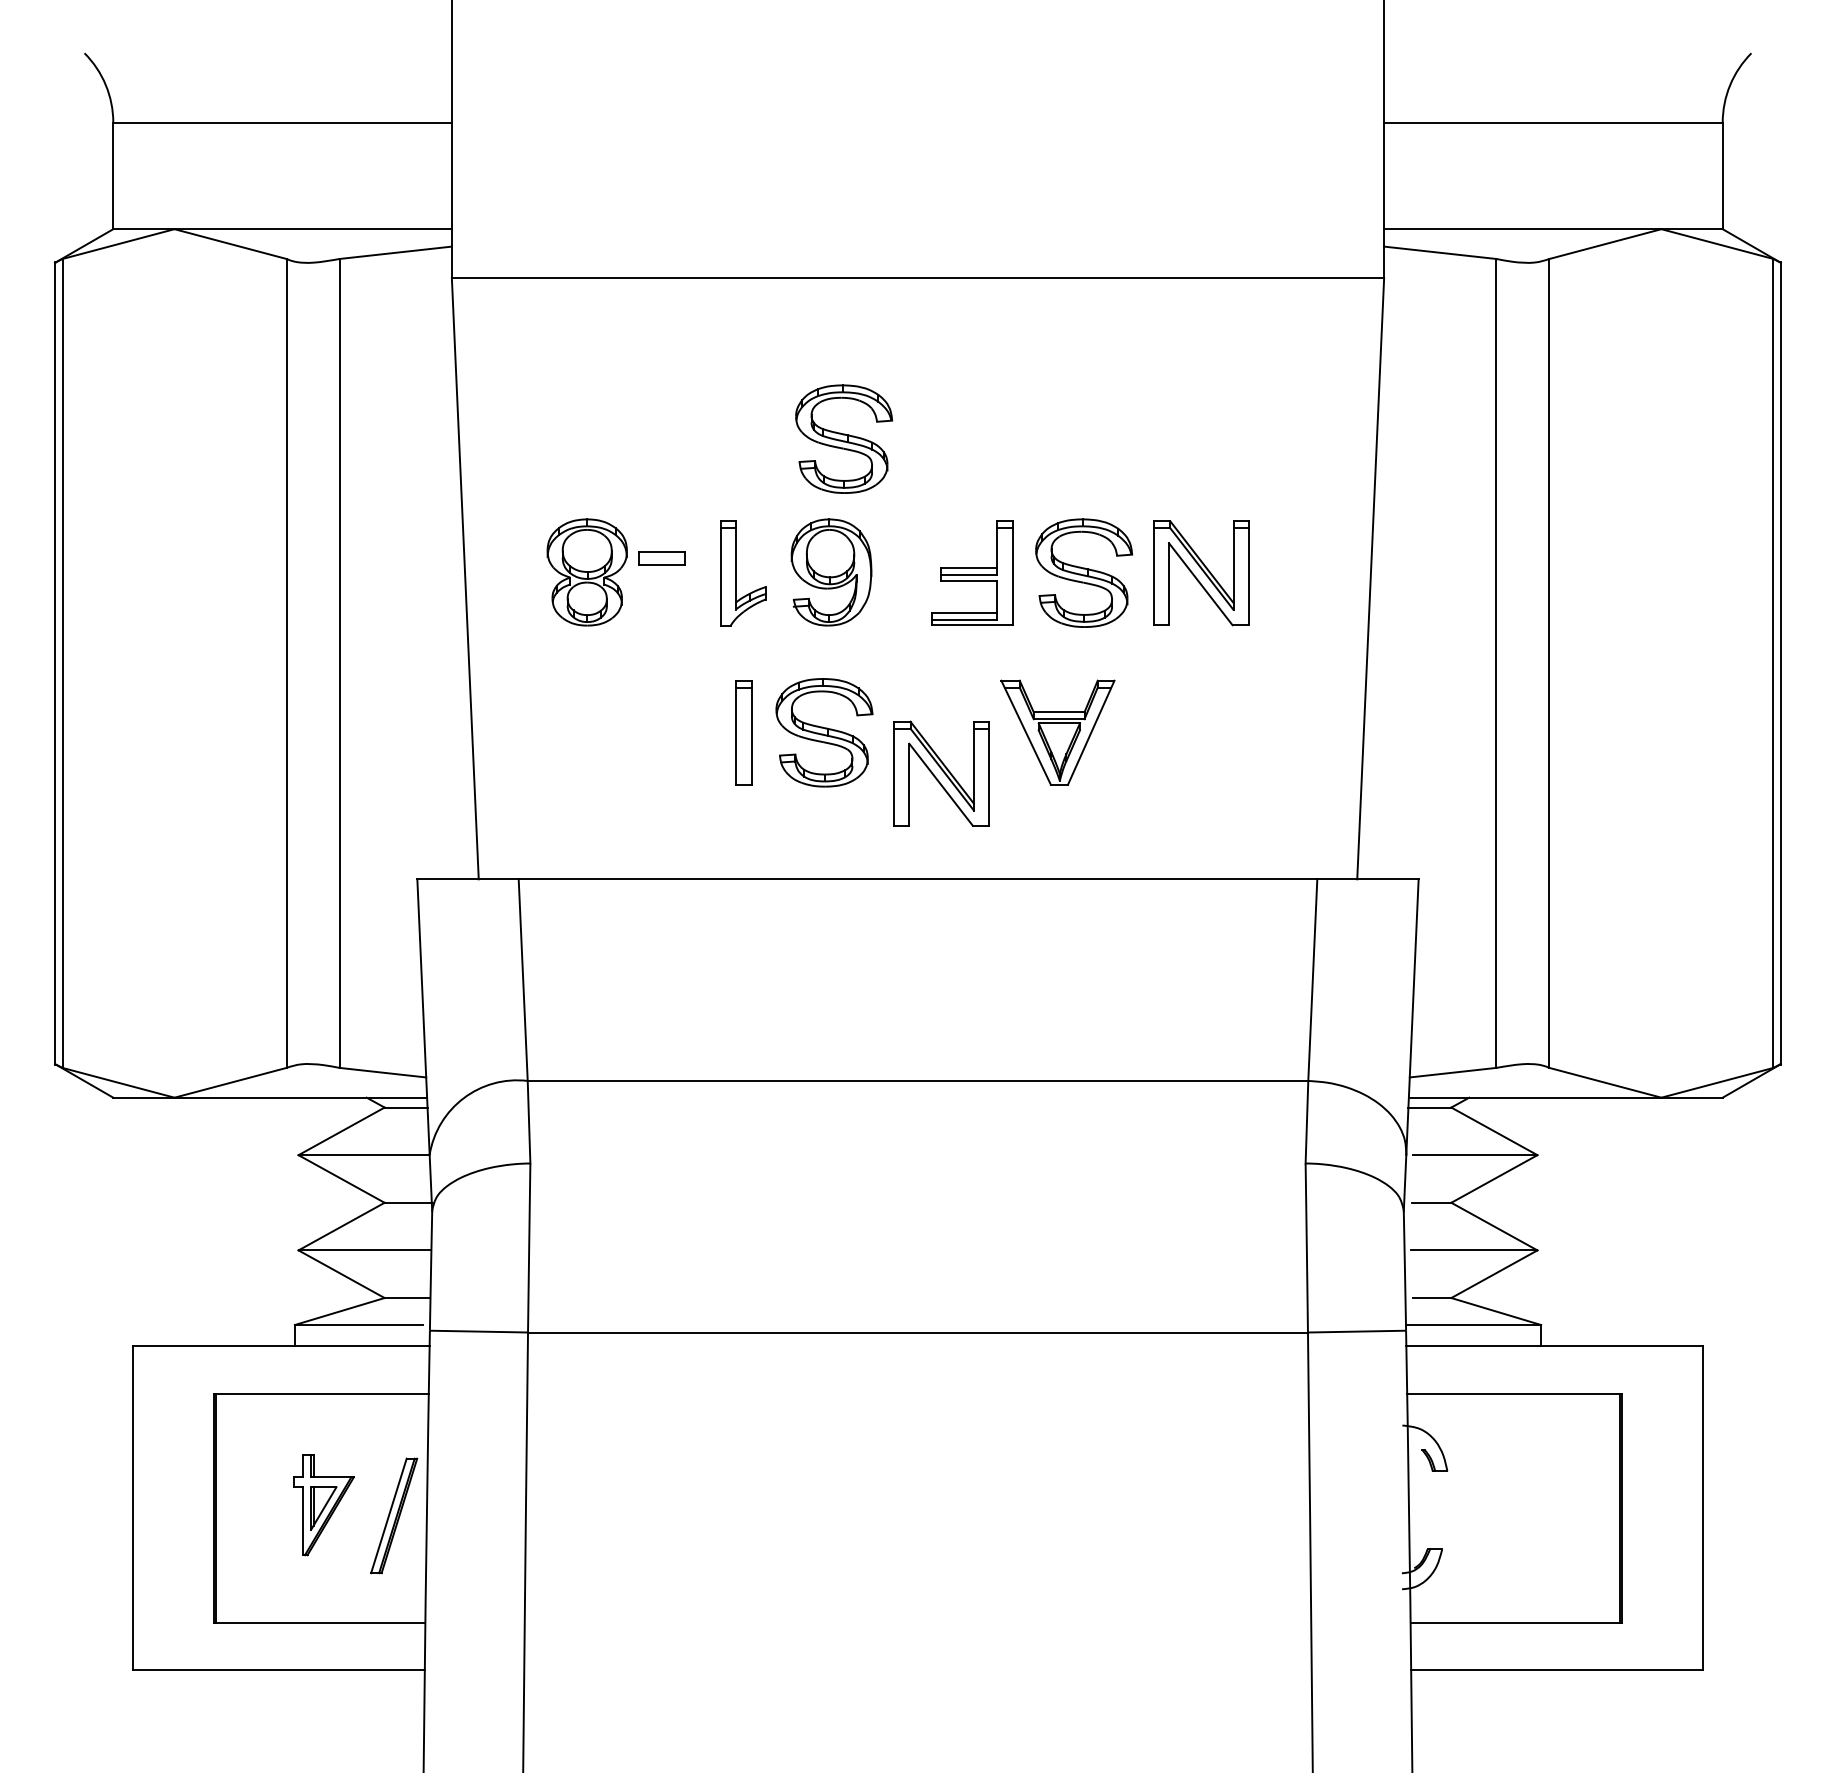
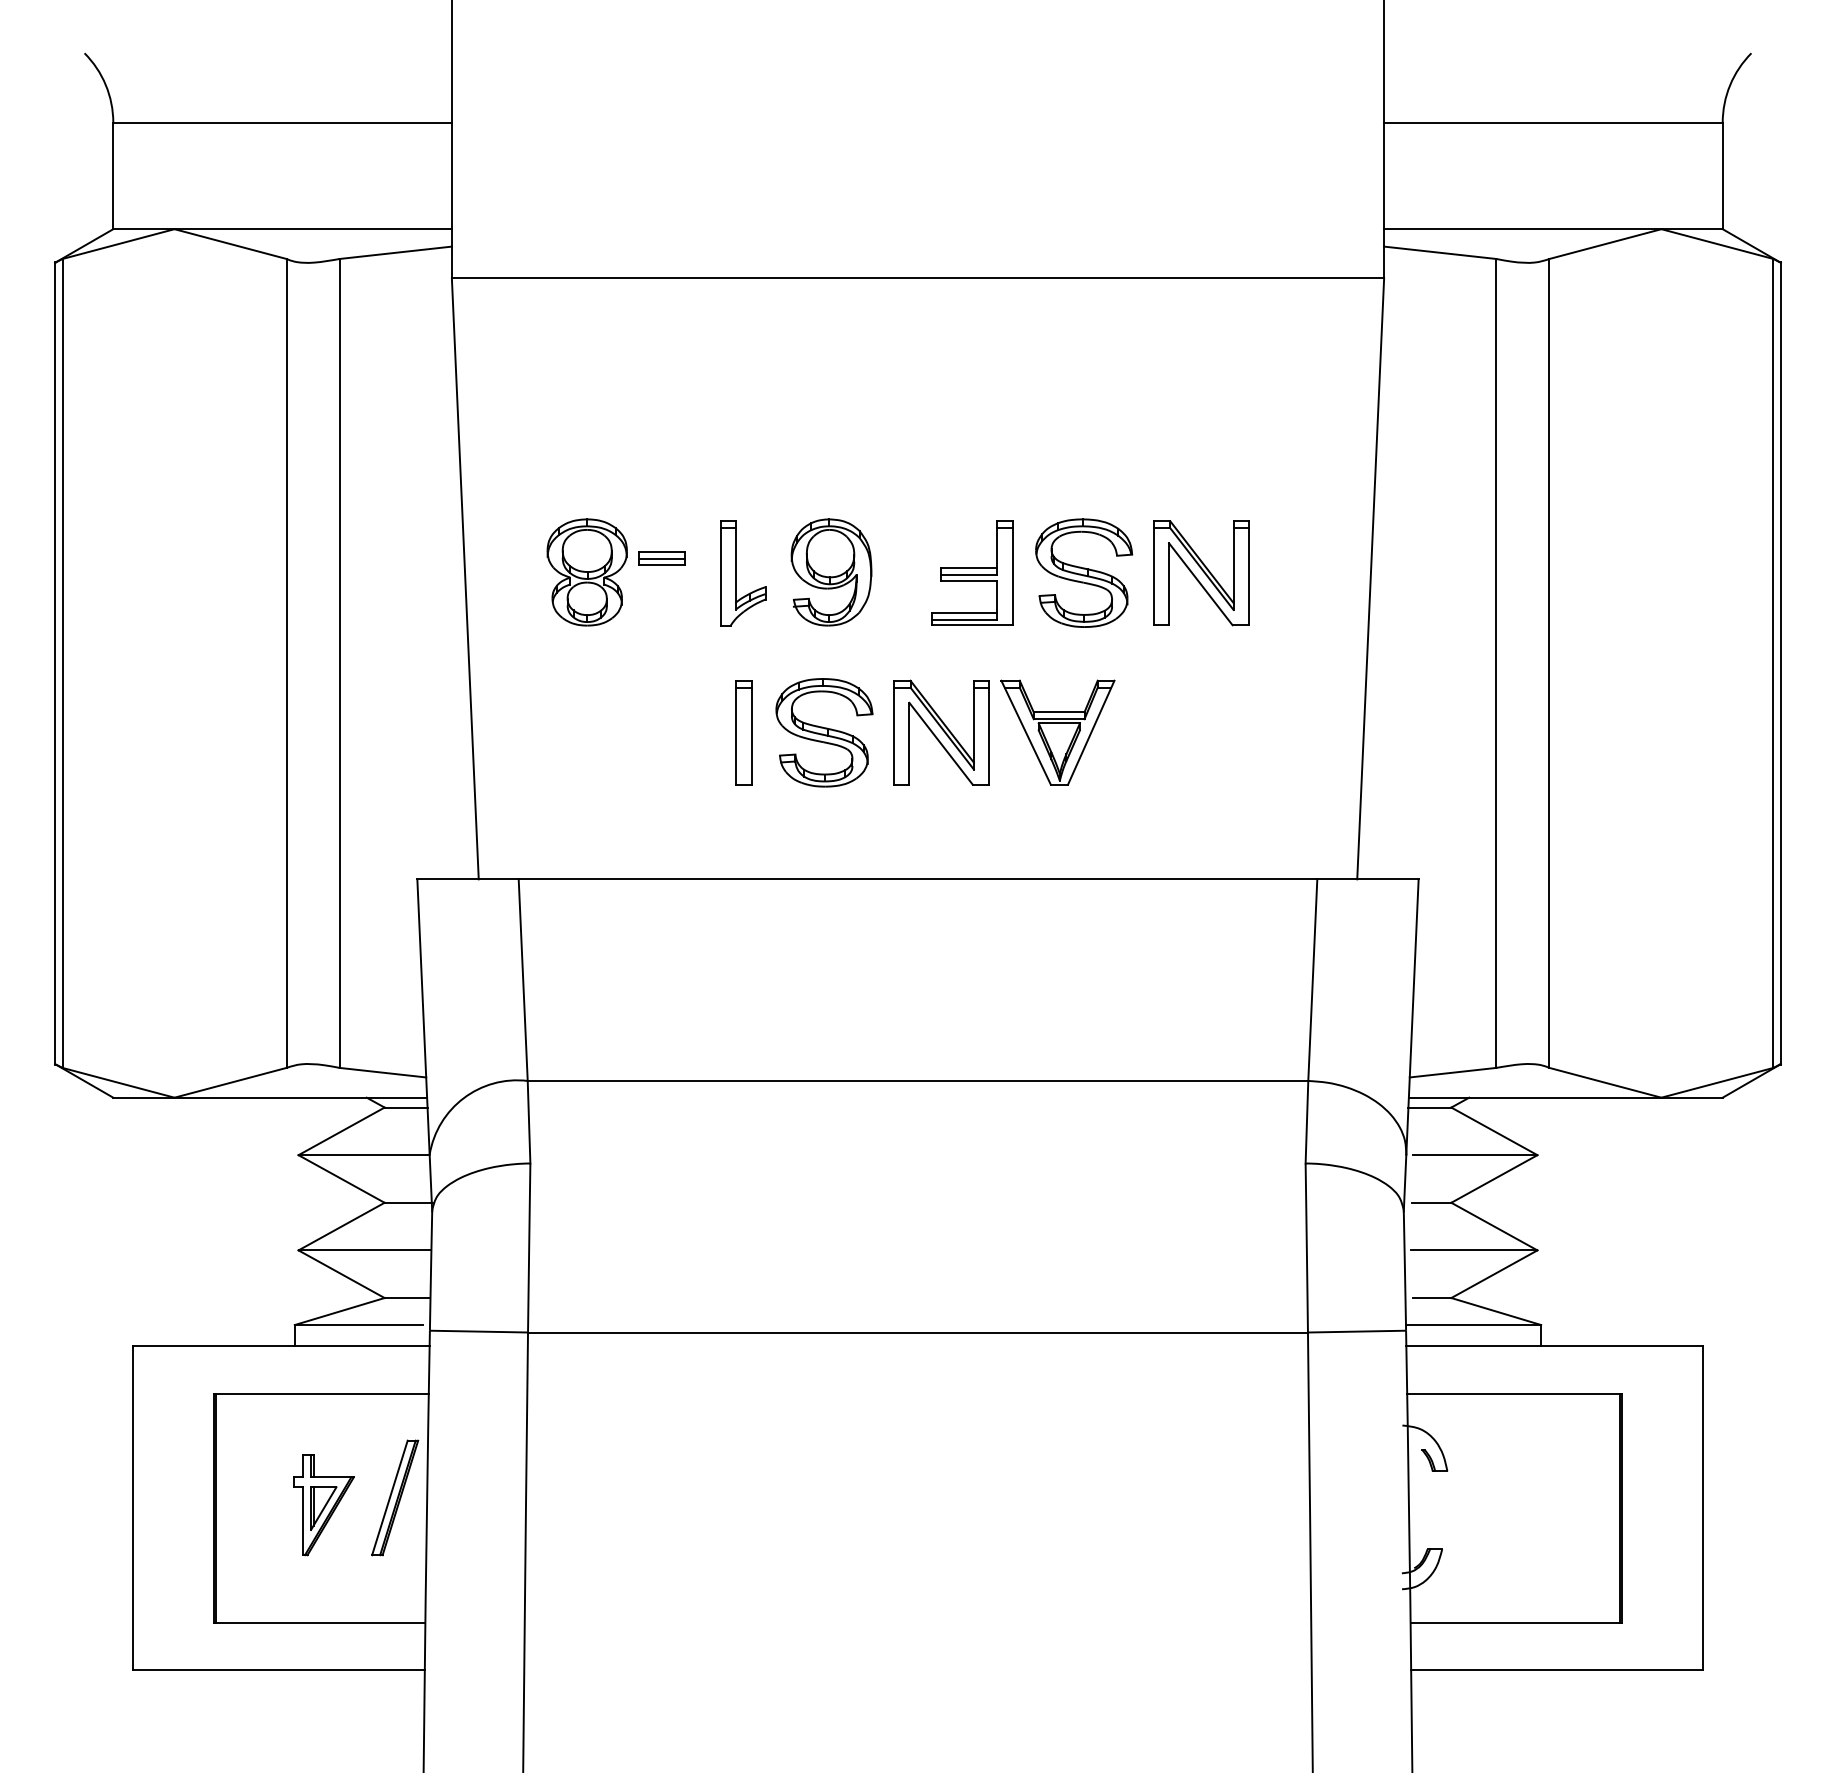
part at (844, 438): present -> none
line at (661, 559): none -> present
part at (941, 773) position: (941, 773) -> (941, 732)
part at (394, 1515) position: (394, 1515) -> (395, 1497)
